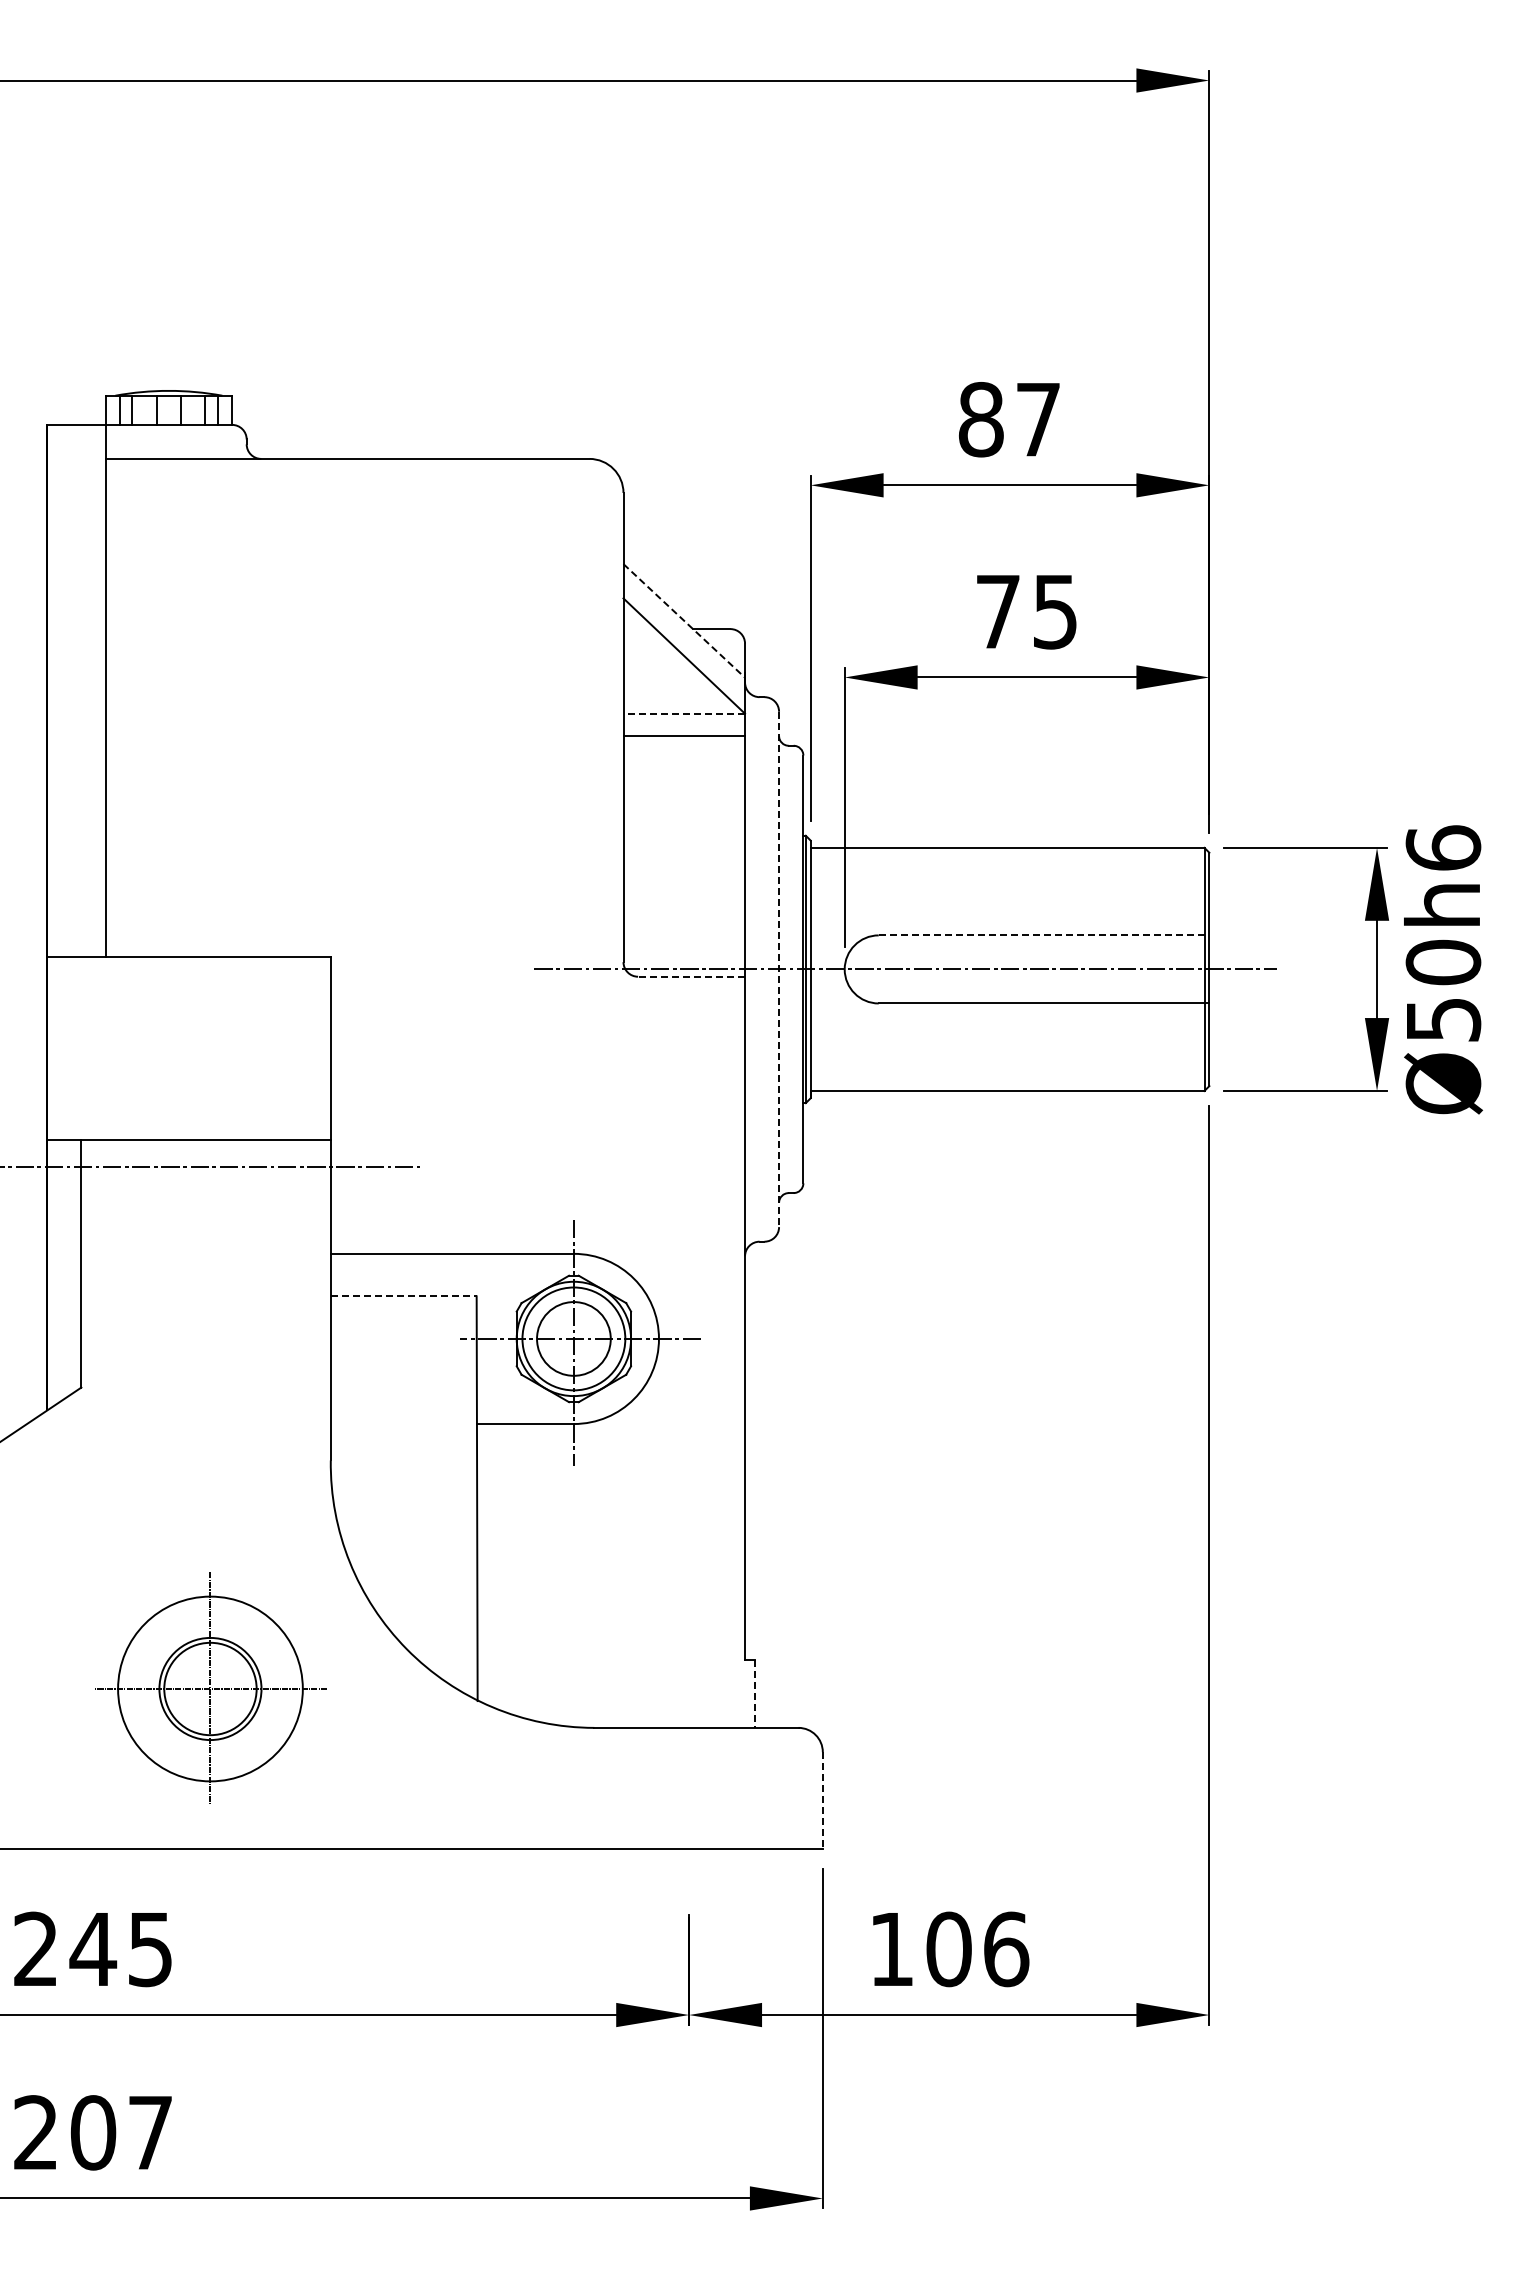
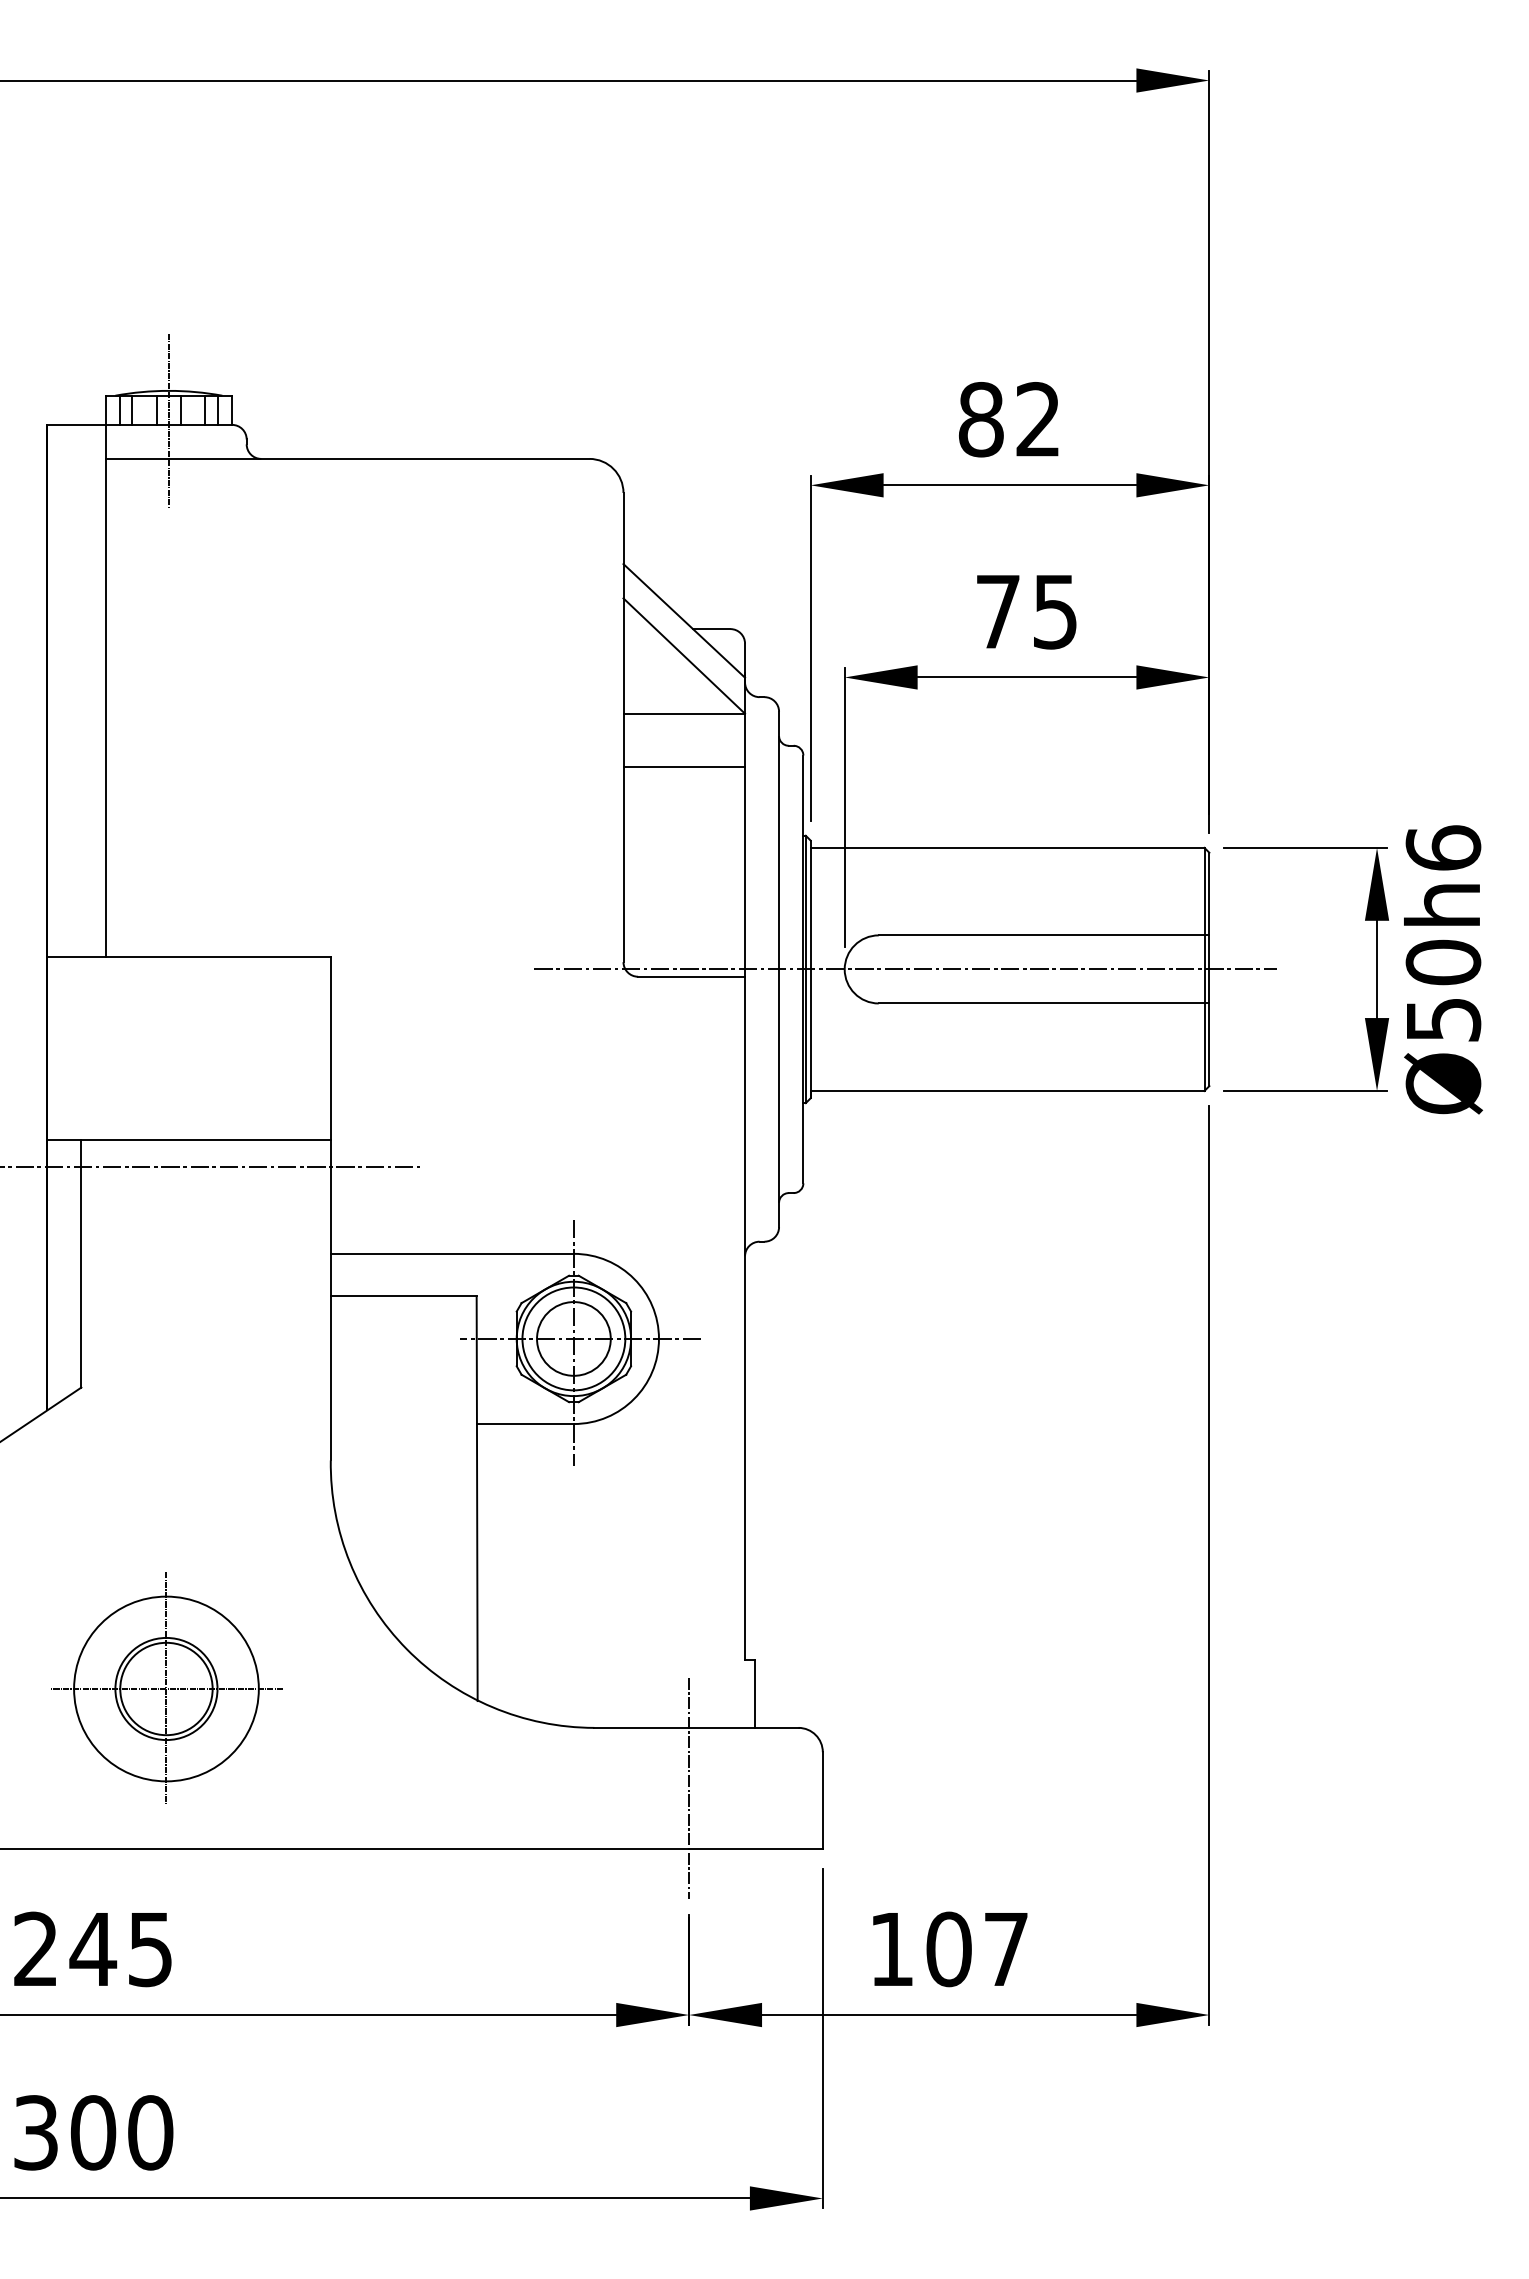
text at (1037, 419): 87 -> 82
line at (168, 420): none -> present
line at (684, 621): dashed -> solid
line at (684, 713): dashed -> solid
line at (684, 735) position: (684, 735) -> (684, 766)
line at (1044, 935): dashed -> solid
line at (779, 969): dashed -> solid
line at (691, 976): dashed -> solid
line at (403, 1296): dashed -> solid
part at (210, 1687) position: (210, 1687) -> (166, 1687)
line at (754, 1694): dashed -> solid
line at (689, 1787): none -> present
line at (822, 1800): dashed -> solid
text at (1006, 1949): 106 -> 107
text at (93, 2132): 207 -> 300
